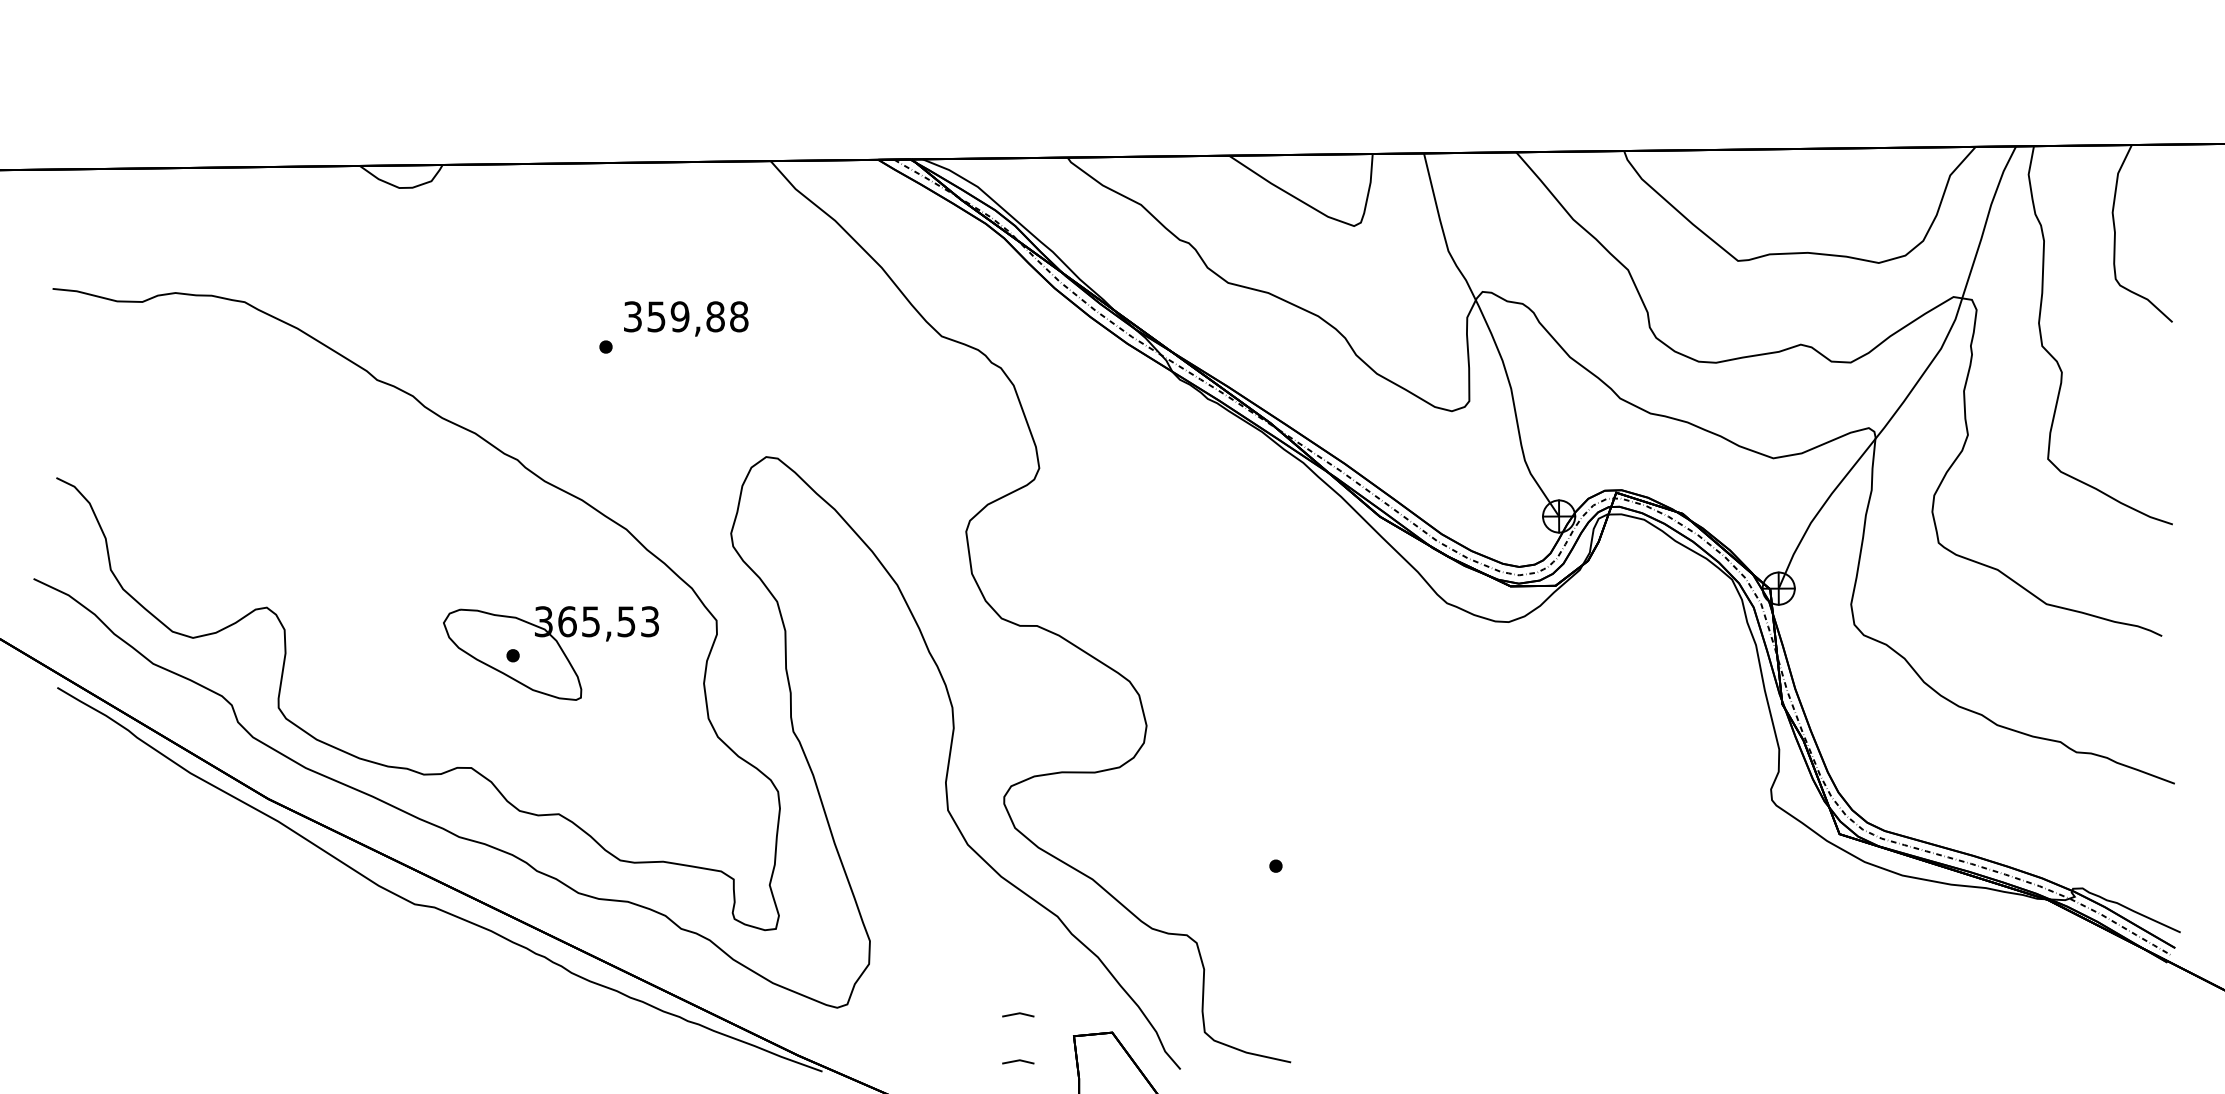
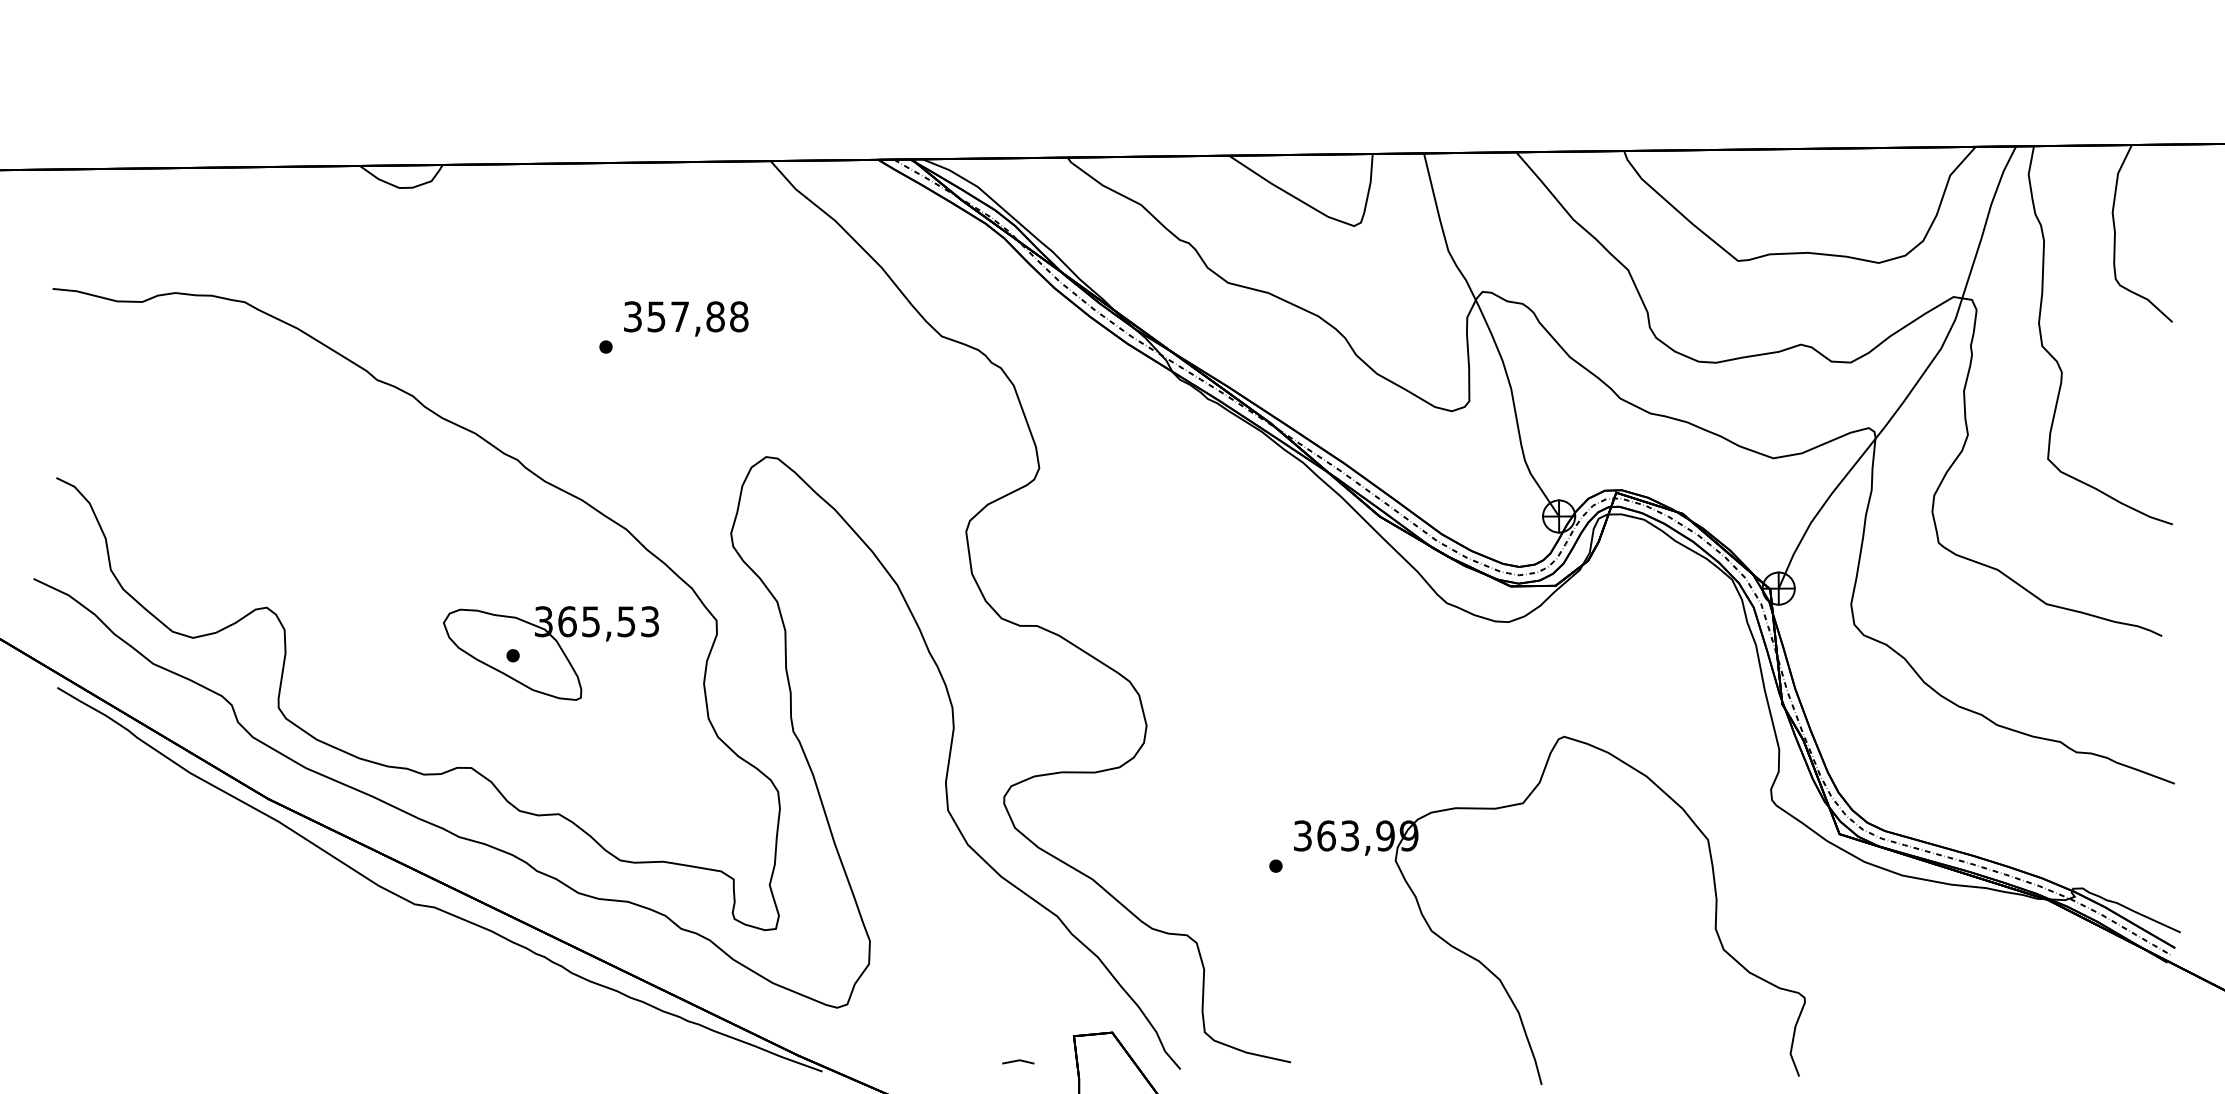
text at (679, 316): 359,88 -> 357,88
part at (1492, 971): none -> present
line at (1018, 1014): present -> none
